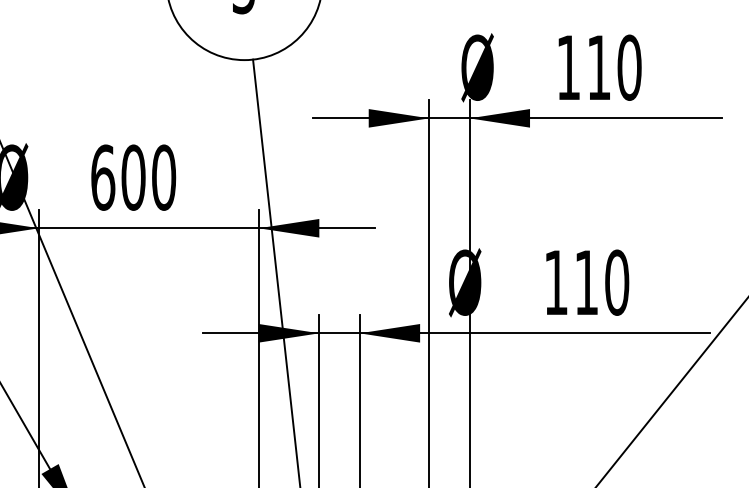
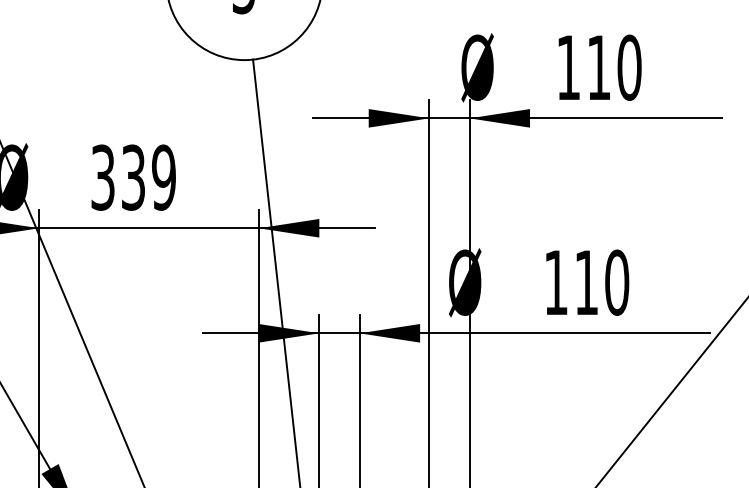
text at (133, 177): 600 -> 339
